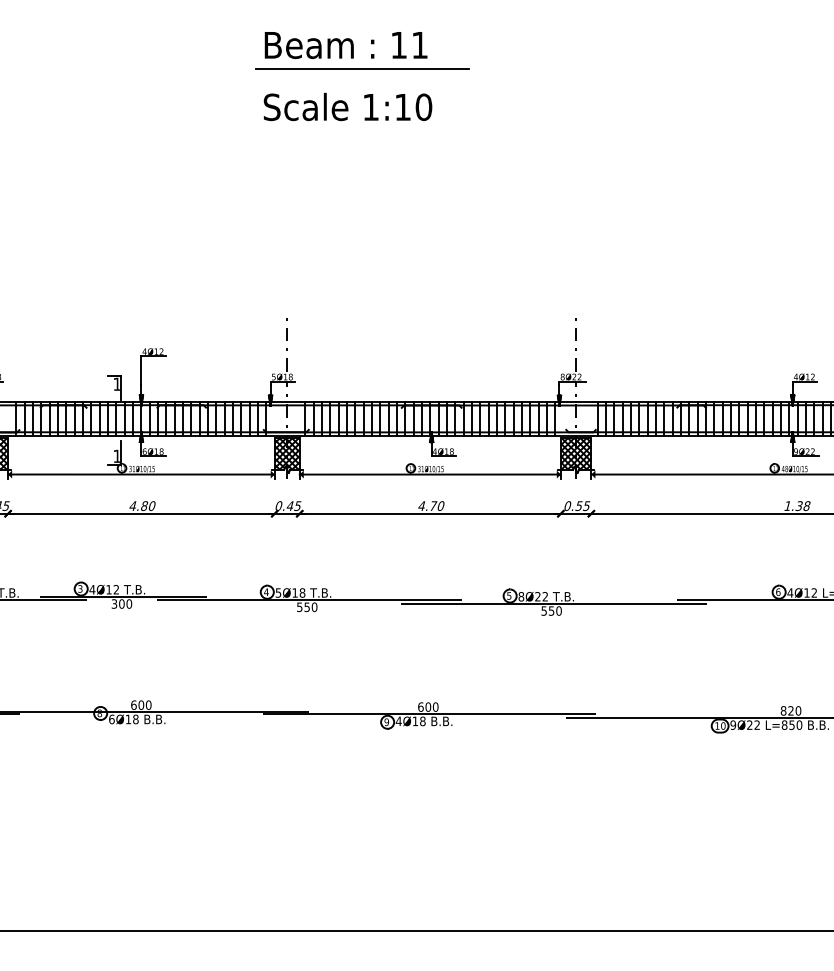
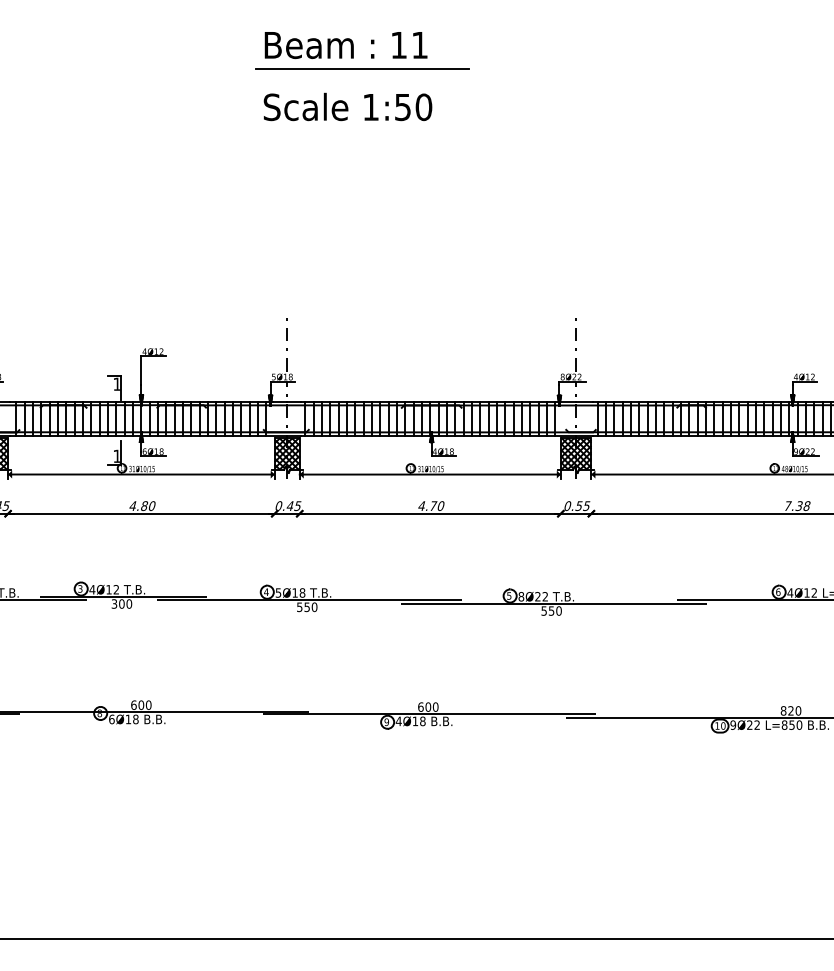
text at (402, 107): 1:10 -> 1:50
text at (787, 505): 1.38 -> 7.38
line at (416, 931) position: (416, 931) -> (416, 939)
